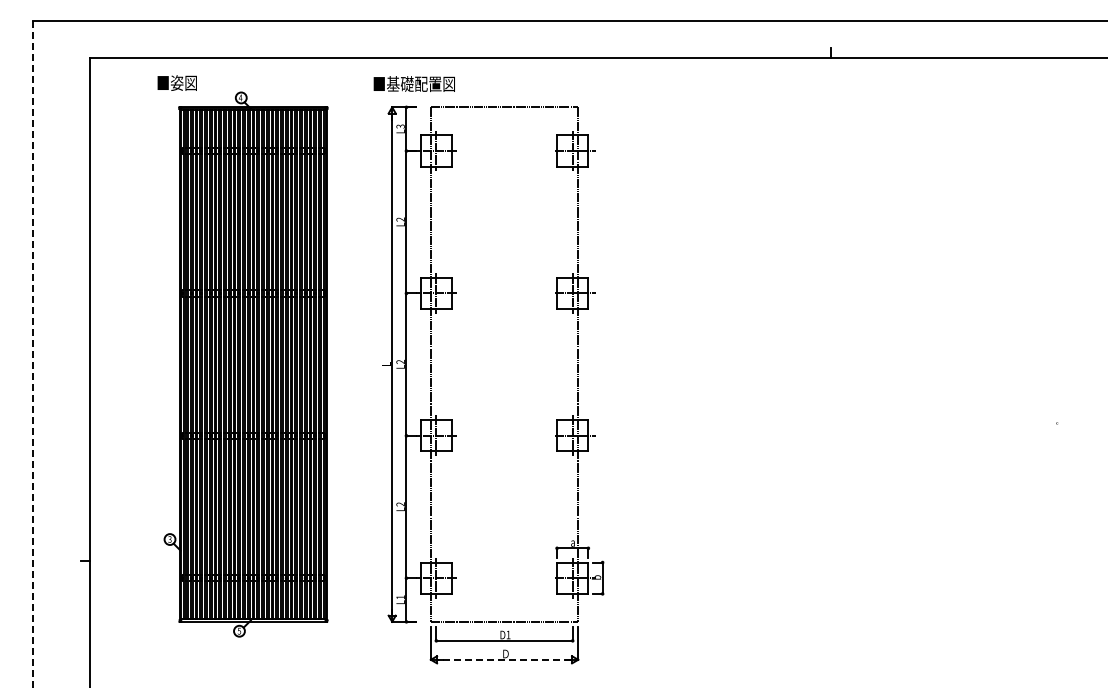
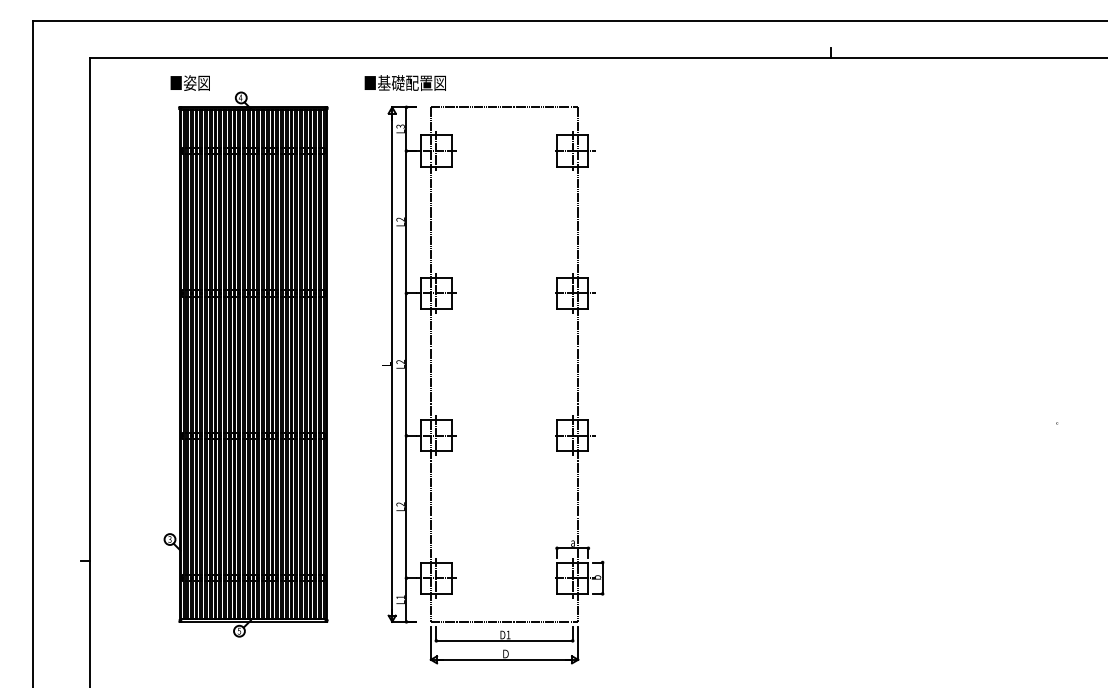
text at (176, 82) position: (176, 82) -> (189, 82)
text at (413, 83) position: (413, 83) -> (404, 82)
line at (33, 354): dashed -> solid
line at (504, 659): dashed -> solid
